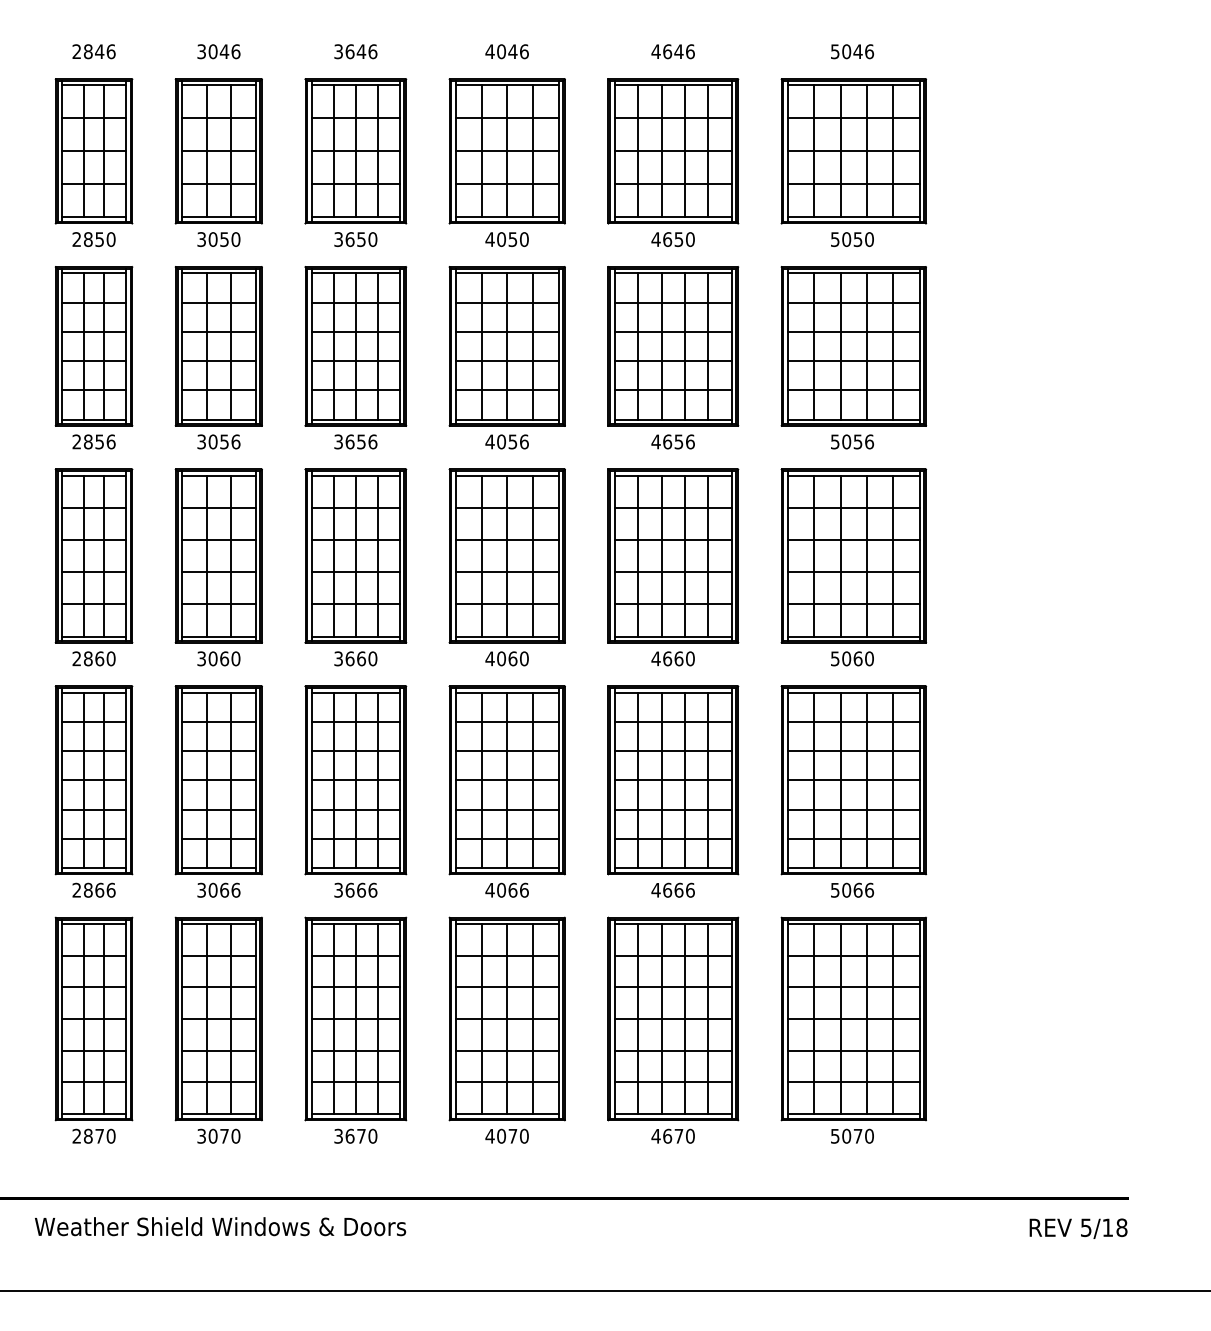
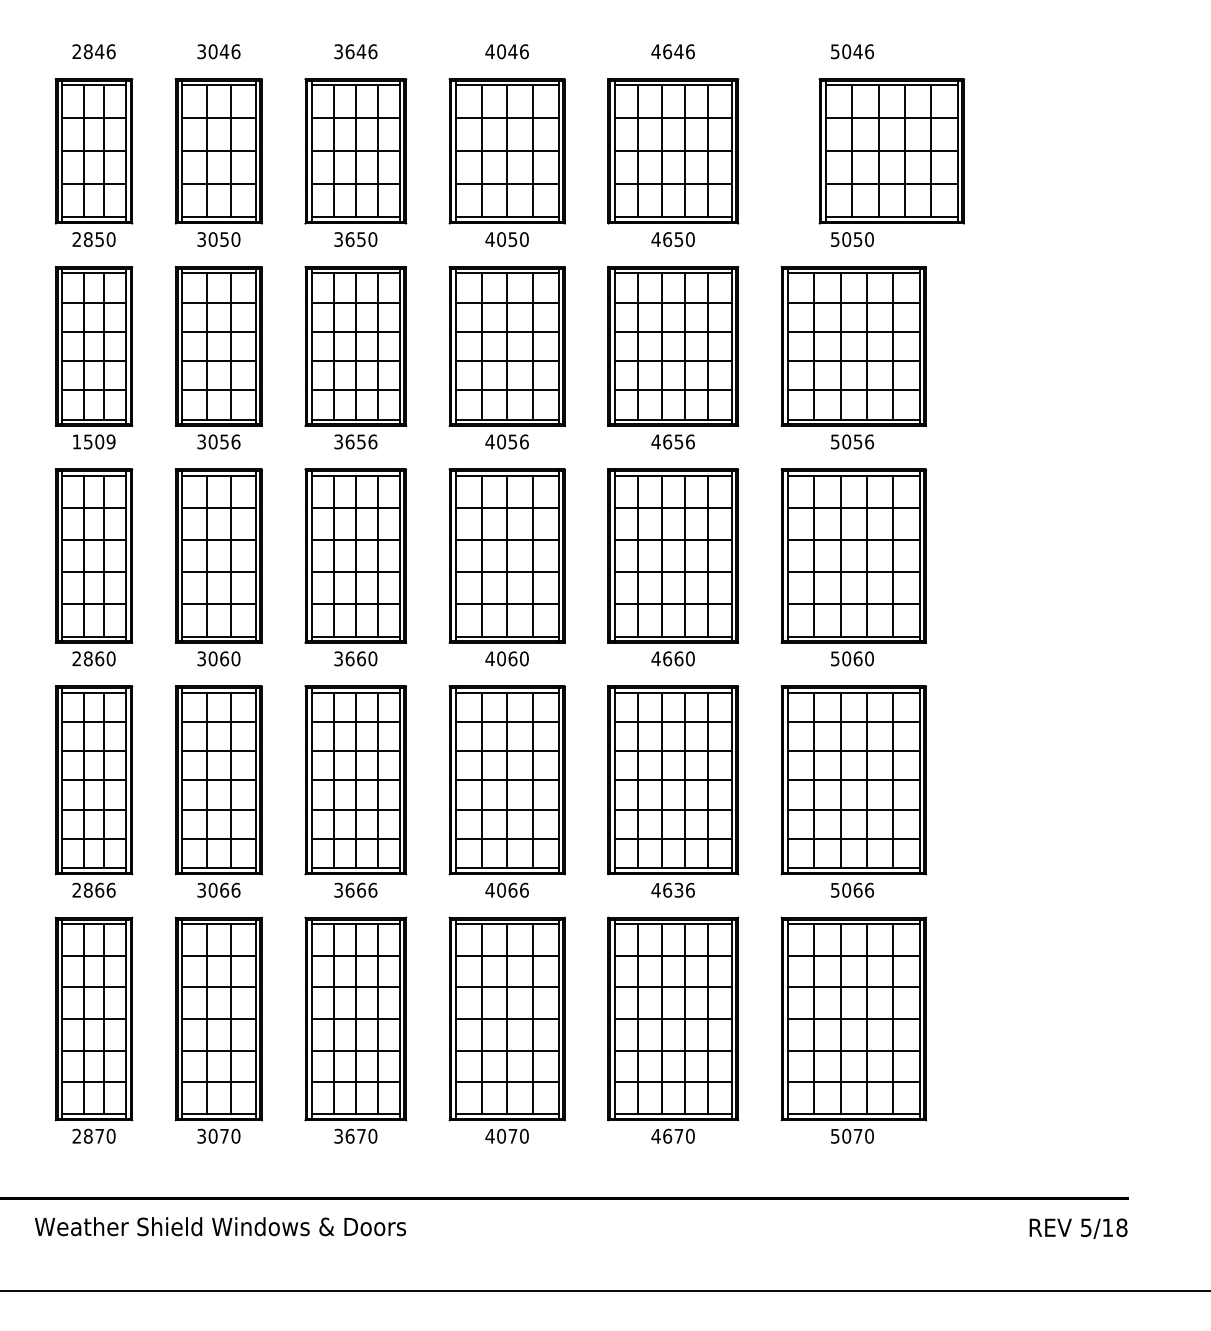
part at (853, 151) position: (853, 151) -> (891, 151)
text at (93, 441): 2856 -> 1509
text at (678, 889): 4666 -> 4636
